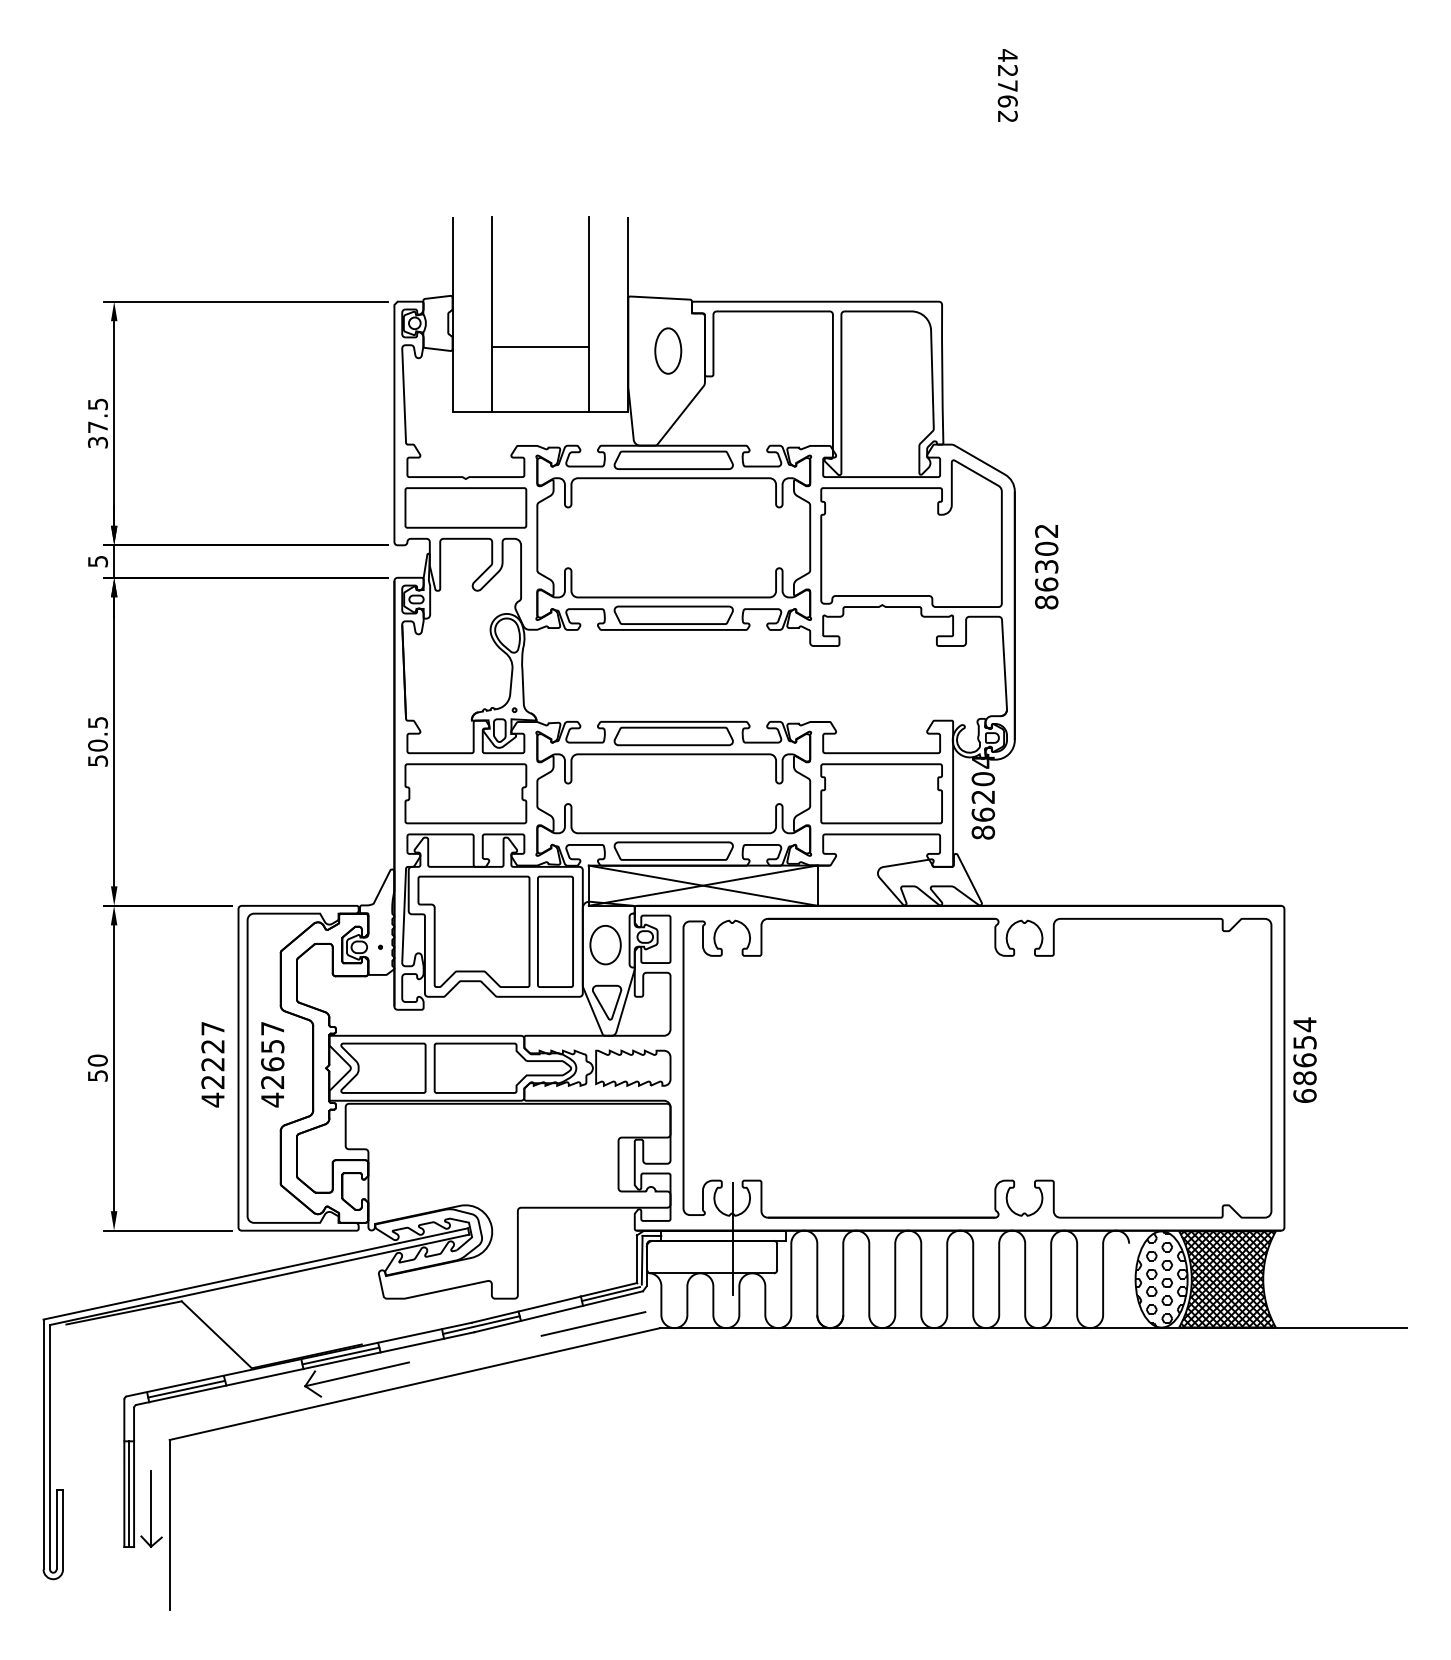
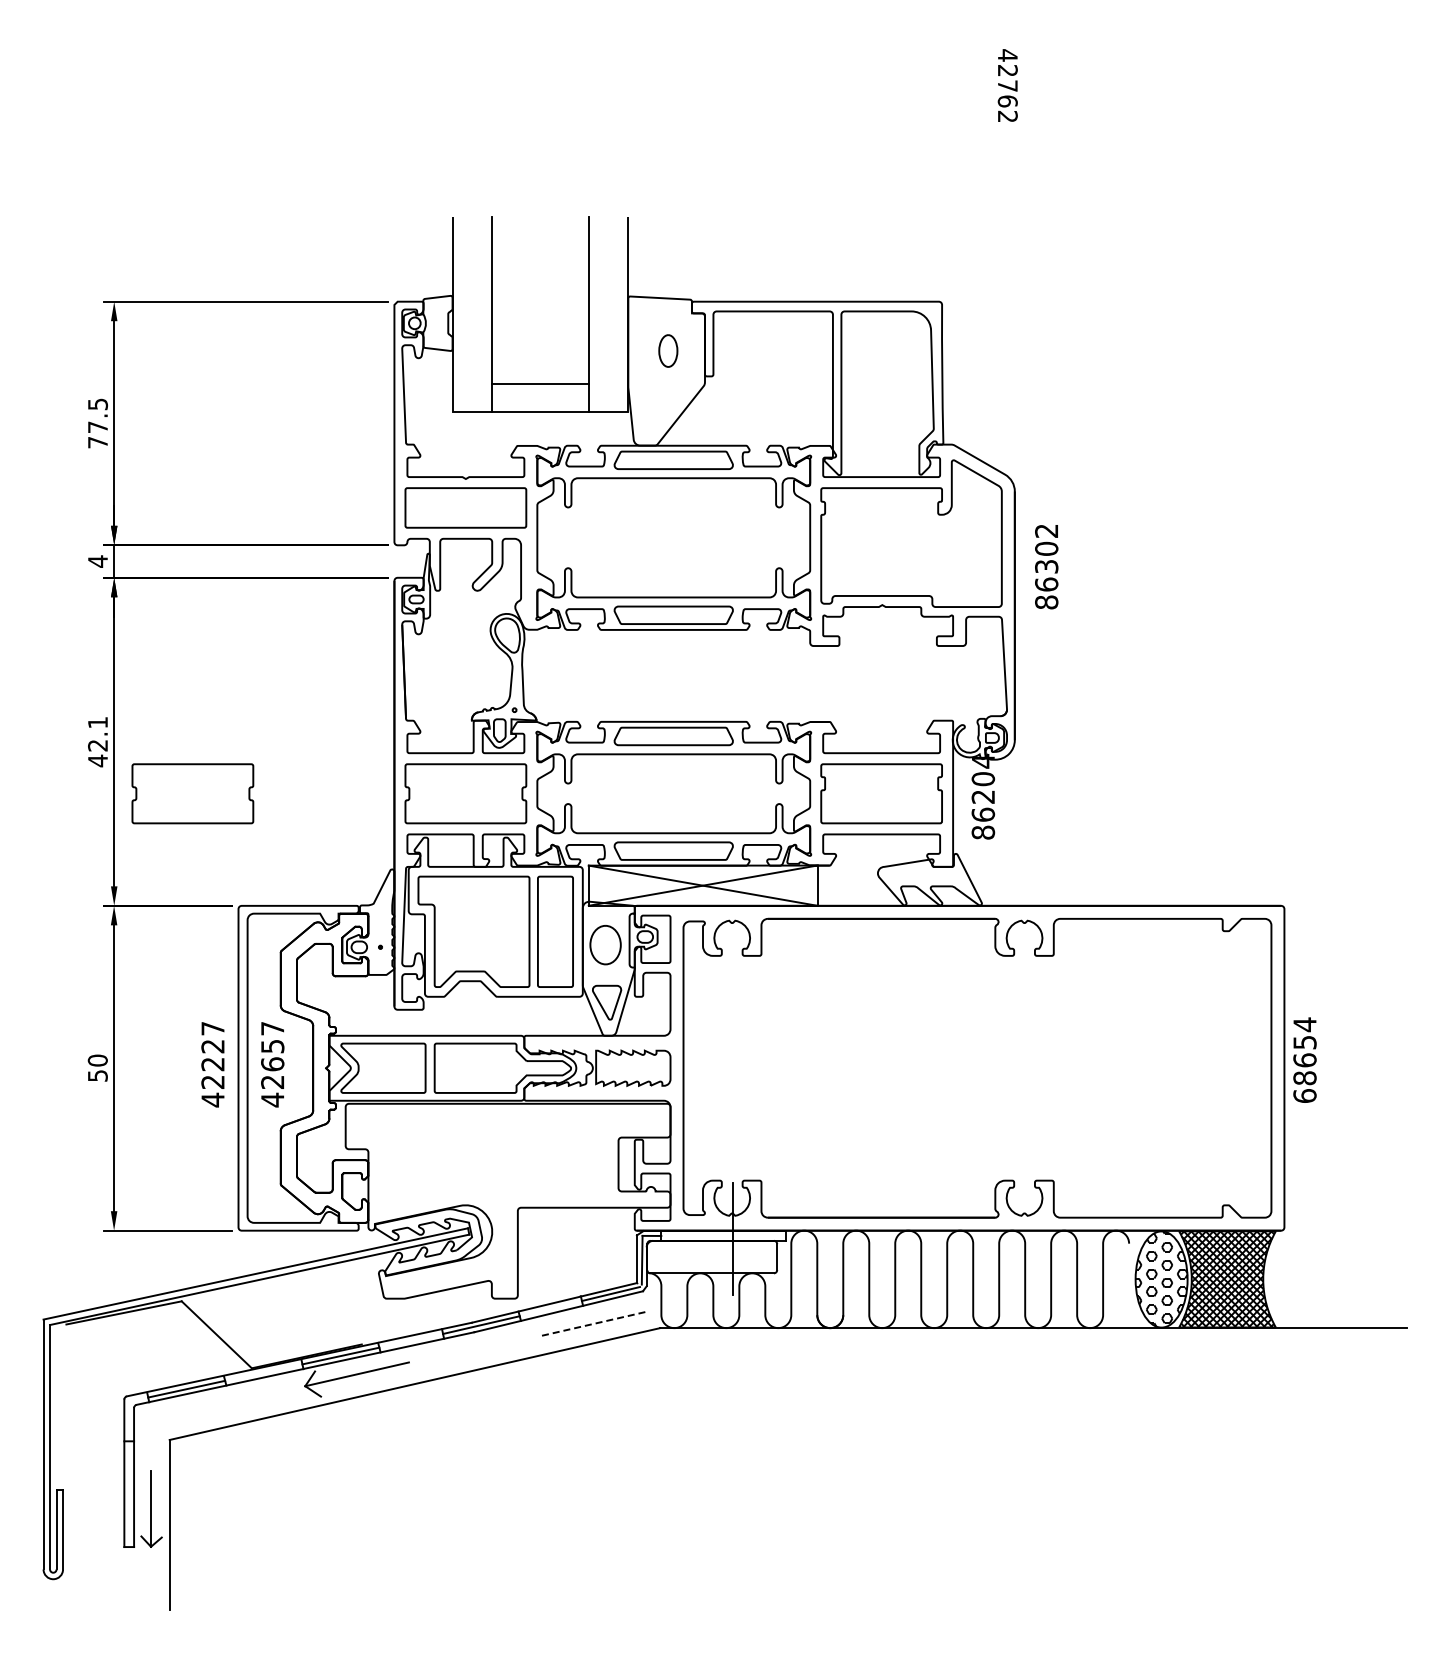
line at (540, 347) position: (540, 347) -> (540, 384)
part at (668, 350) size: 29x48 px -> 21x34 px
text at (98, 442): 37.5 -> 77.5
text at (98, 561): 5 -> 4
text at (98, 742): 50.5 -> 42.1
part at (192, 793): none -> present
line at (593, 1324): solid -> dashed
line at (129, 1494): present -> none
